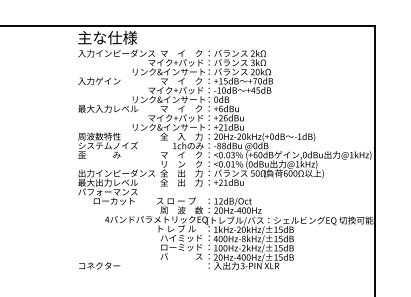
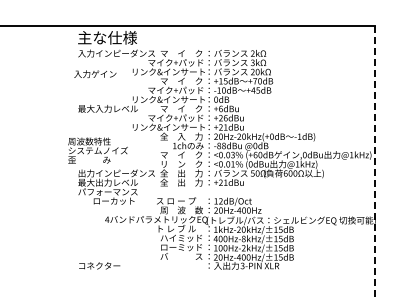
text at (99, 80) position: (99, 80) -> (95, 73)
text at (107, 145) position: (107, 145) -> (97, 150)
line at (375, 161): solid -> dashed
